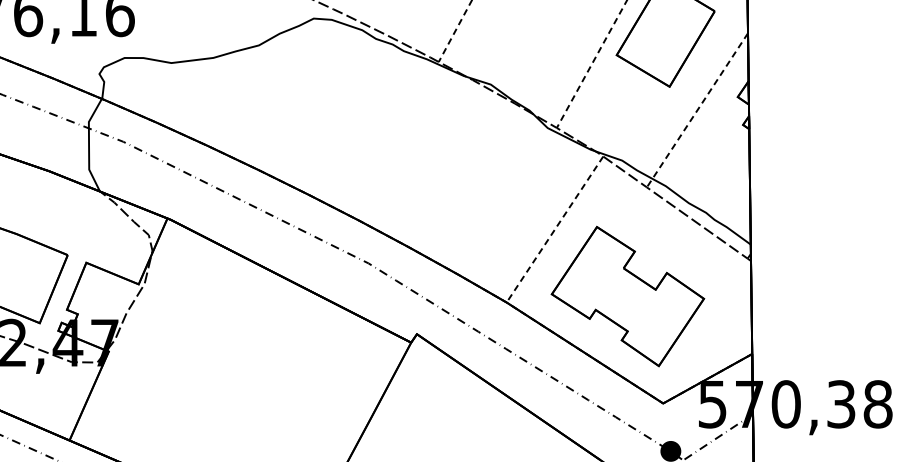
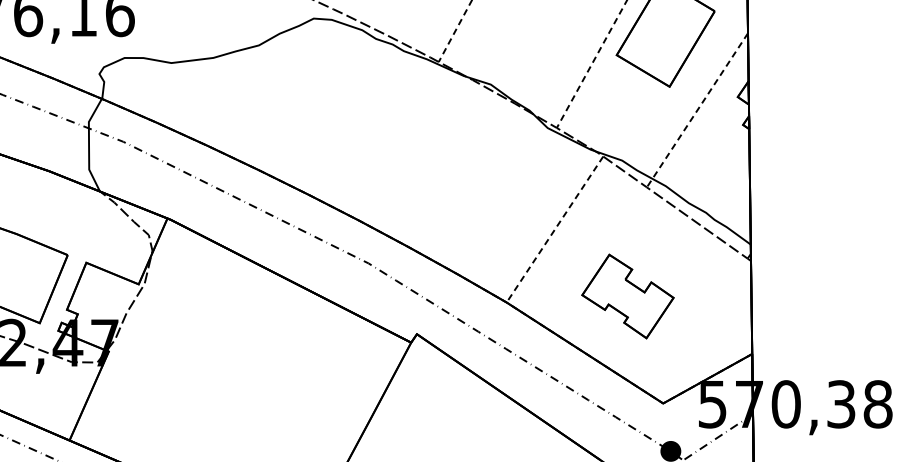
part at (627, 296) size: 156x143 px -> 94x87 px
